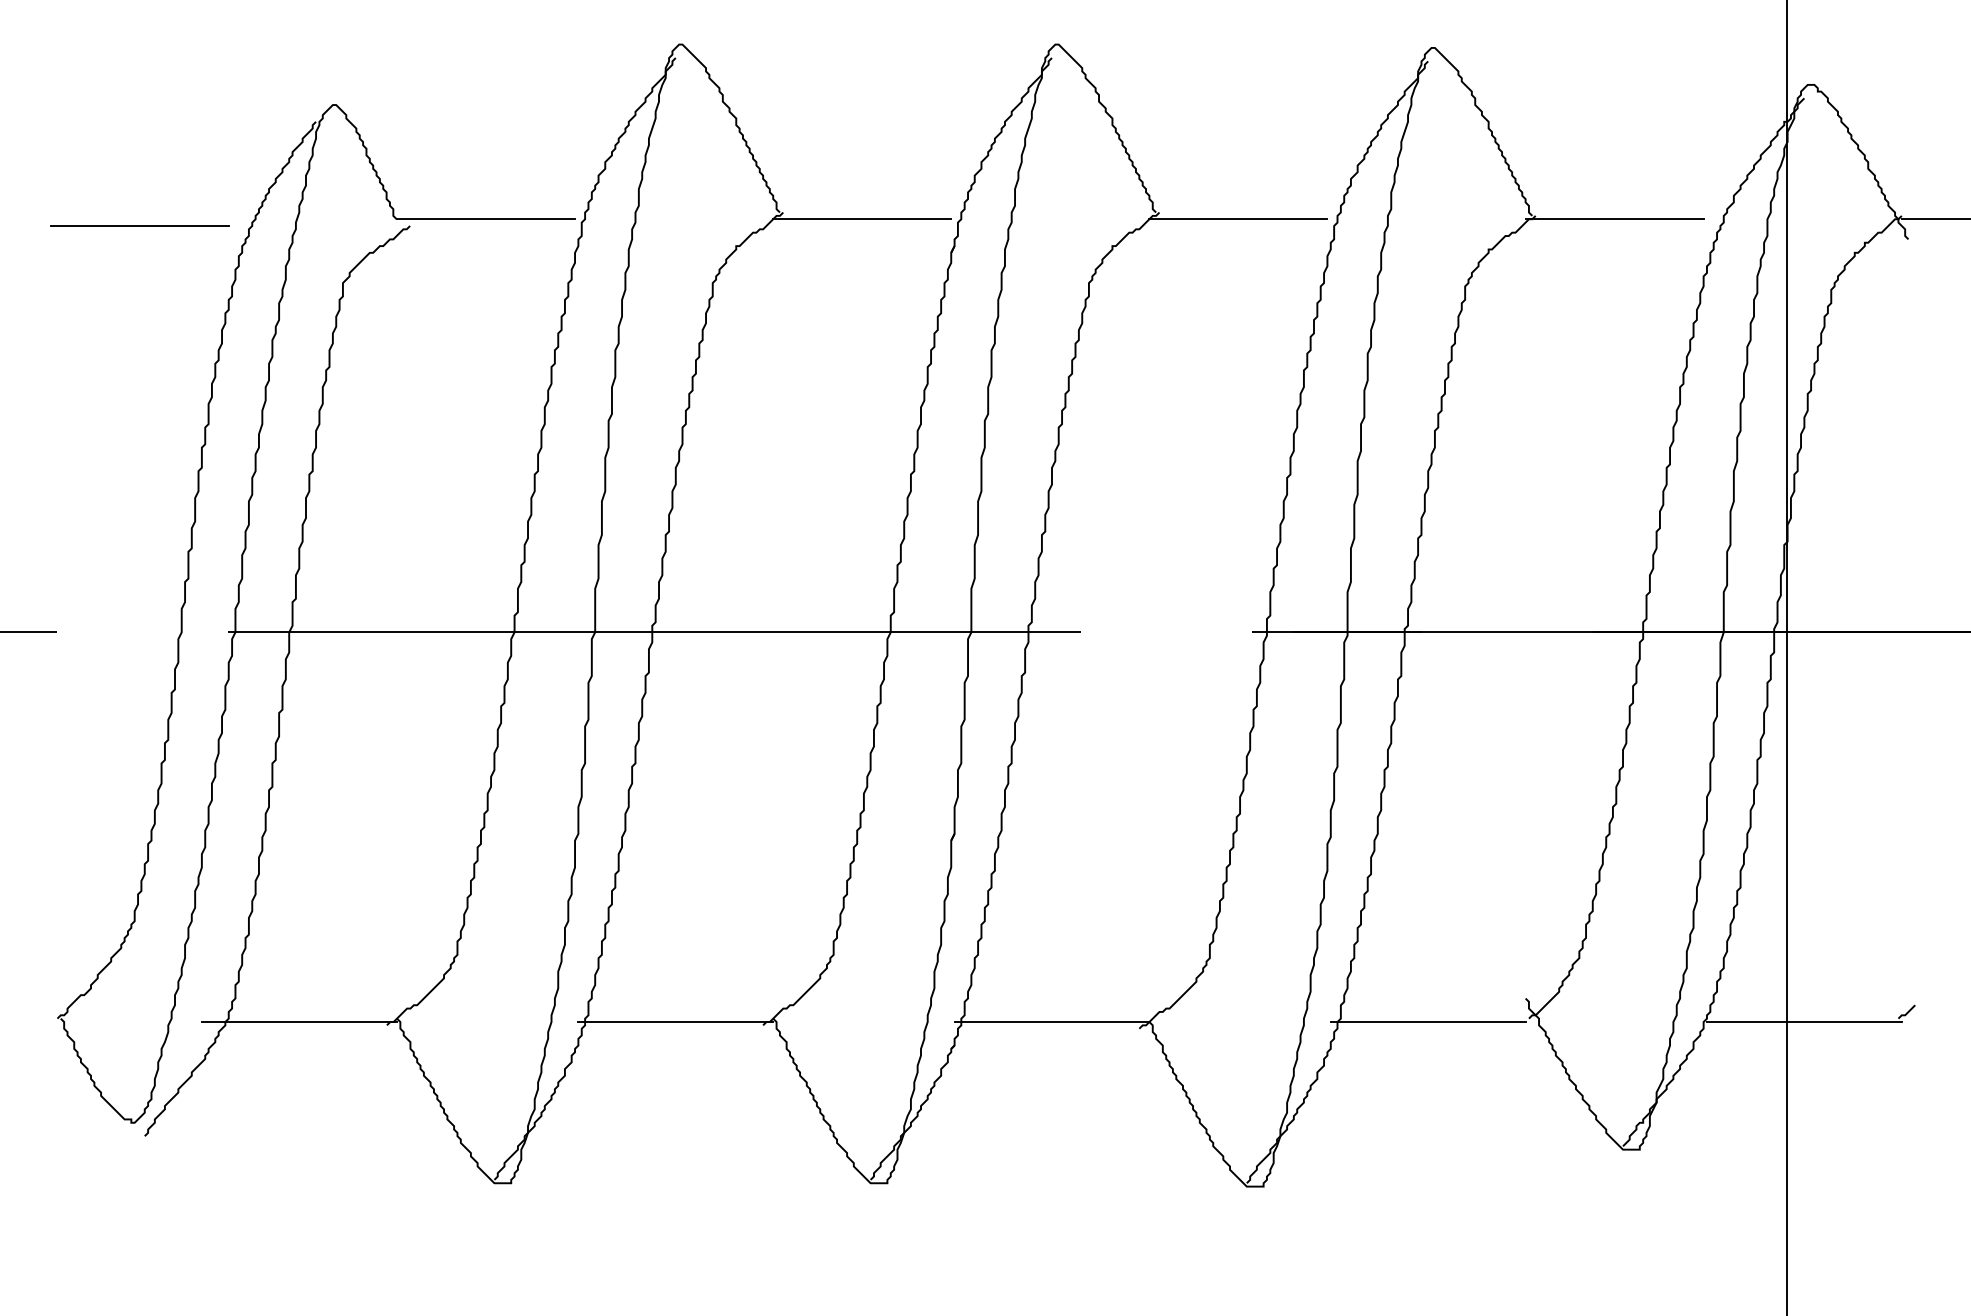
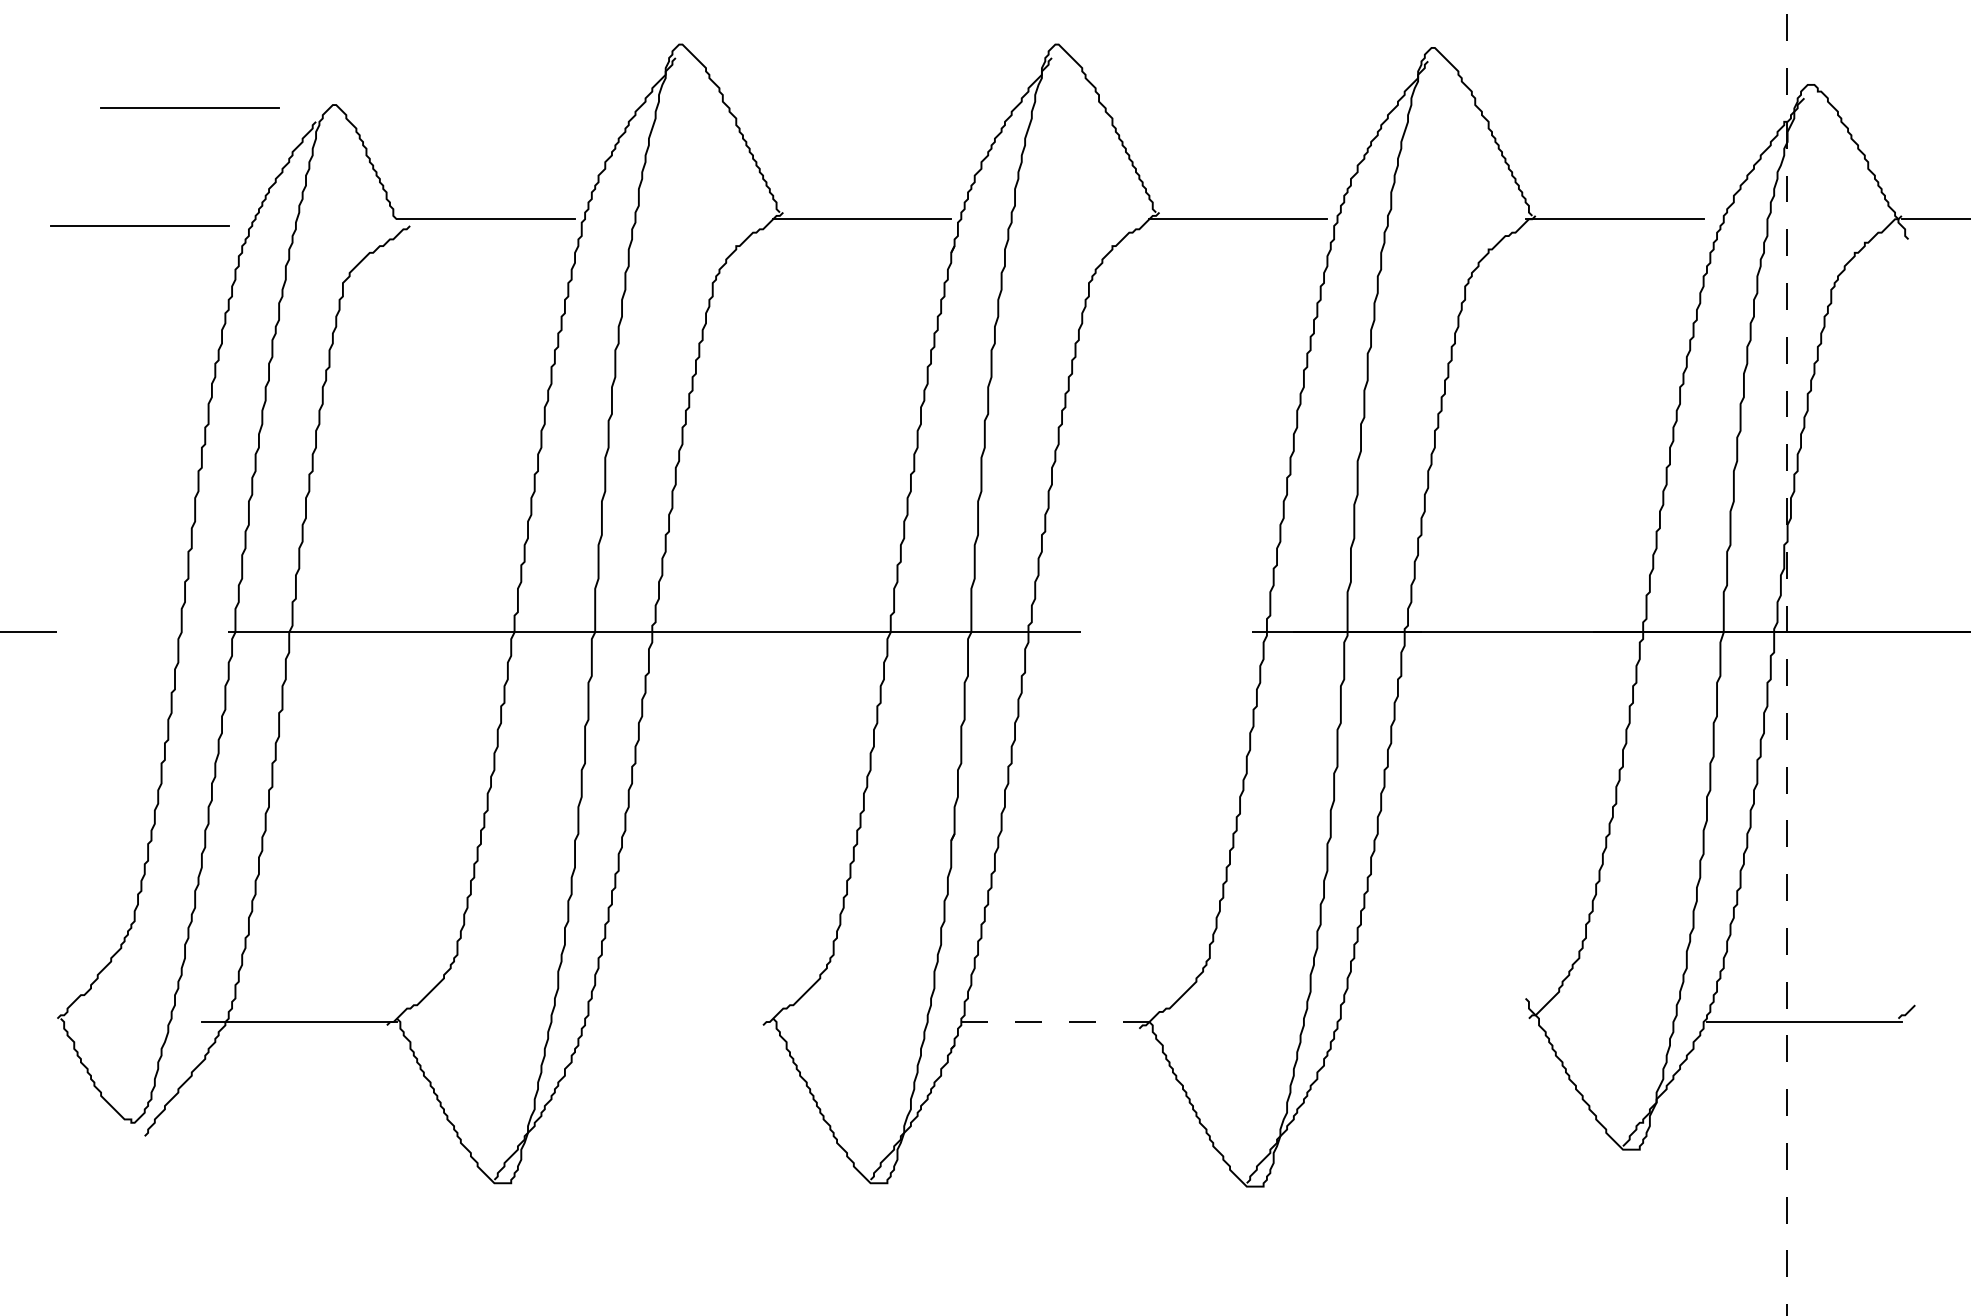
line at (189, 107): none -> present
line at (1787, 658): solid -> dashed
line at (675, 1022): present -> none
line at (1051, 1022): solid -> dashed
line at (1427, 1022): present -> none
